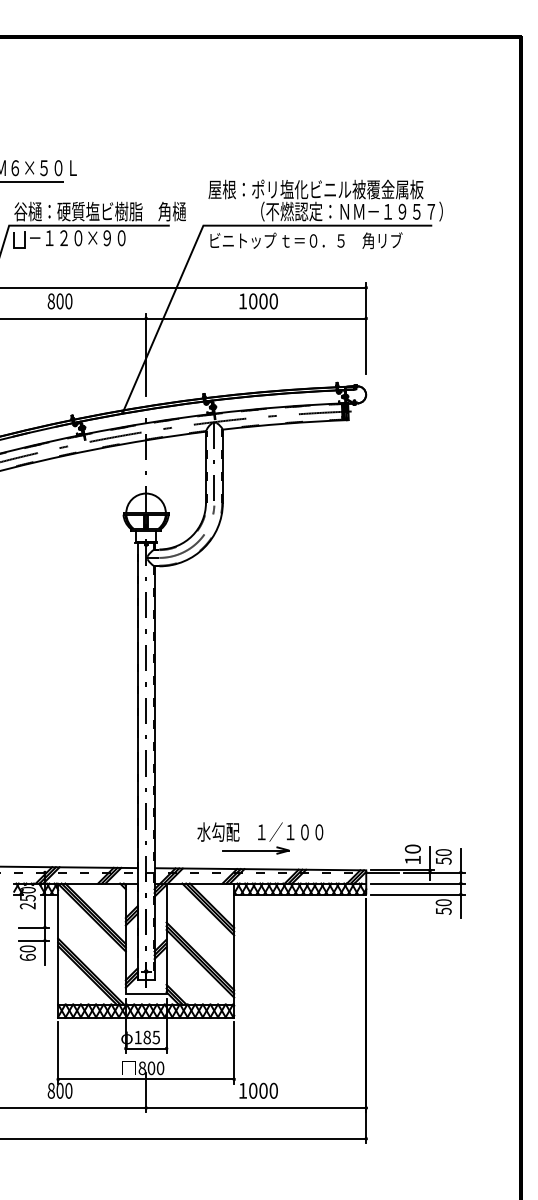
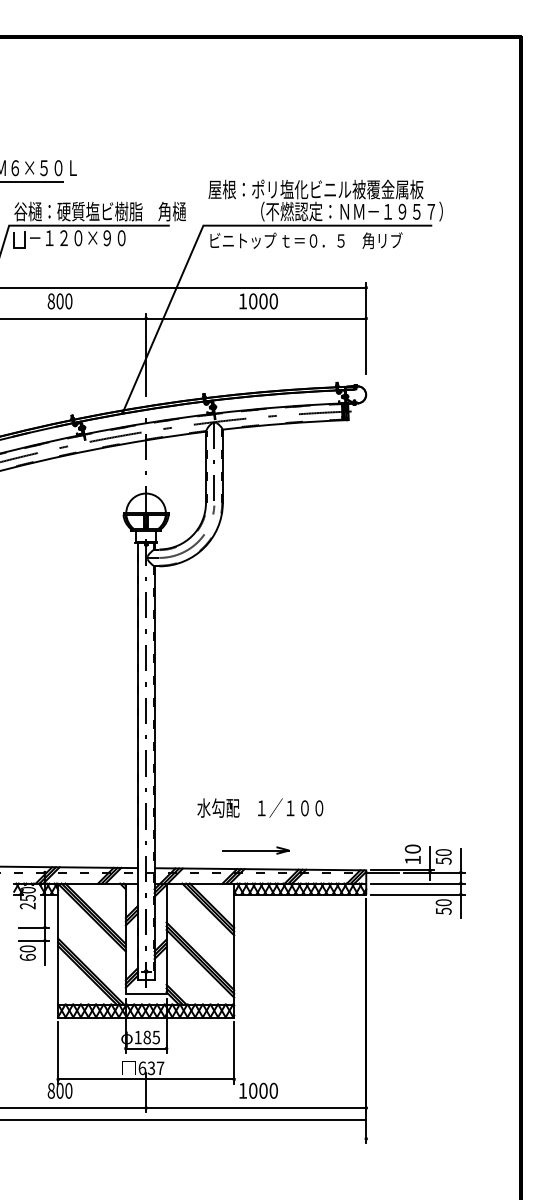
text at (260, 831) position: (260, 831) -> (260, 807)
text at (151, 1068): 800 -> 637
line at (184, 1138) position: (184, 1138) -> (184, 1119)
